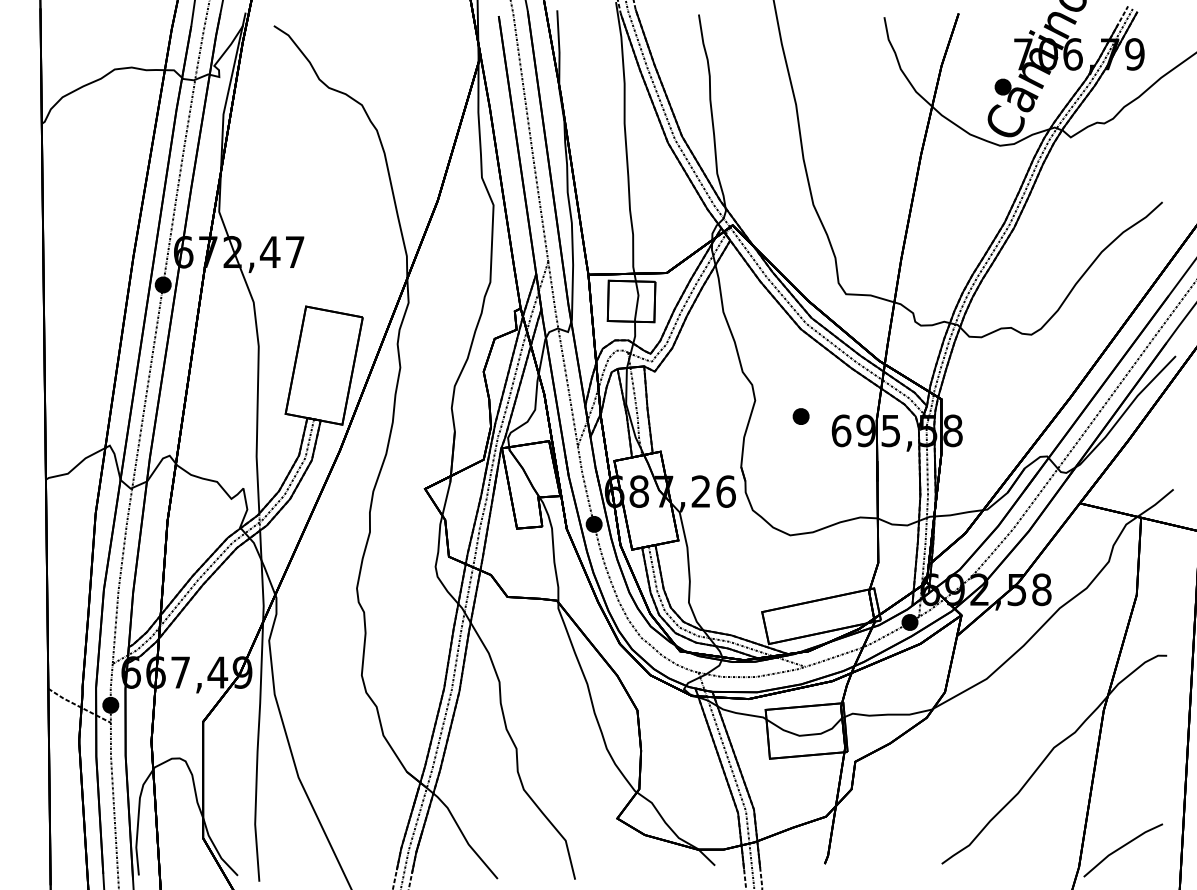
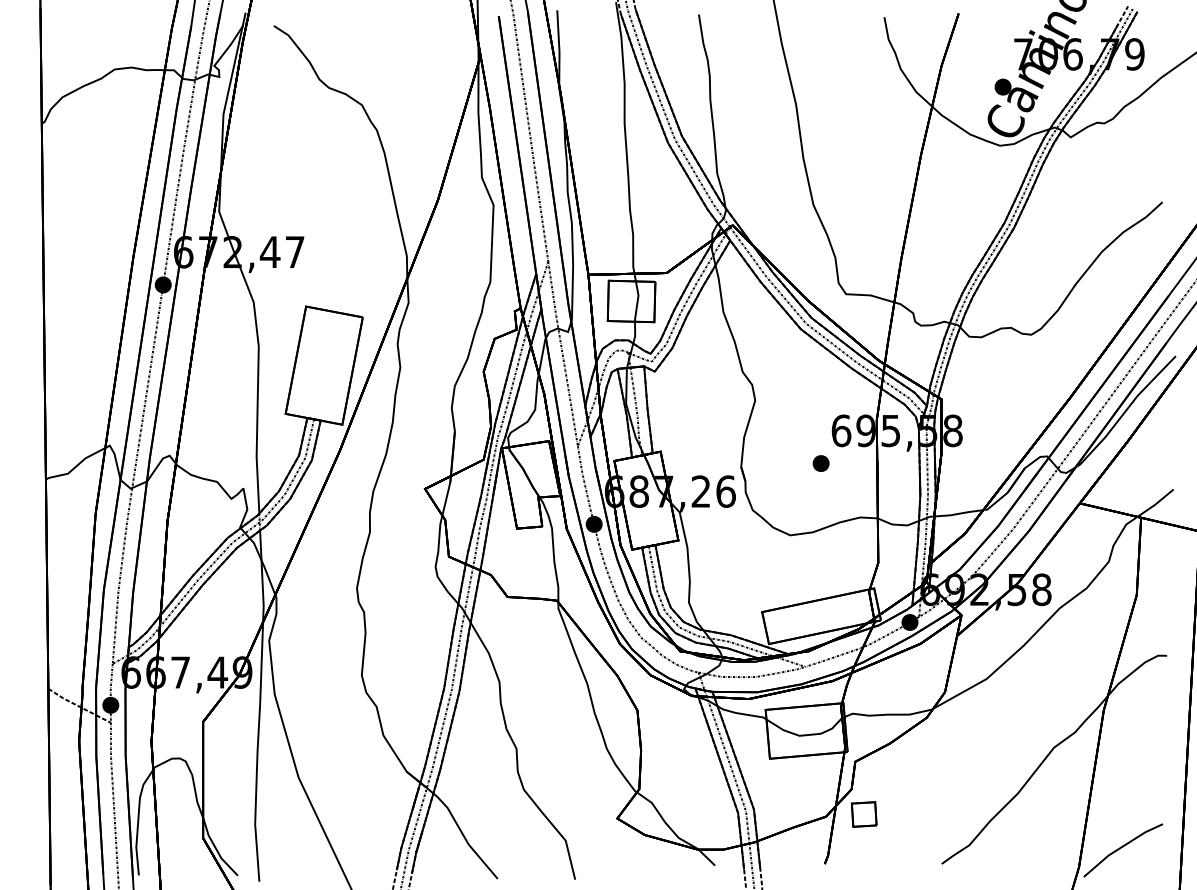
part at (800, 416) position: (800, 416) -> (820, 463)
part at (863, 814): none -> present
